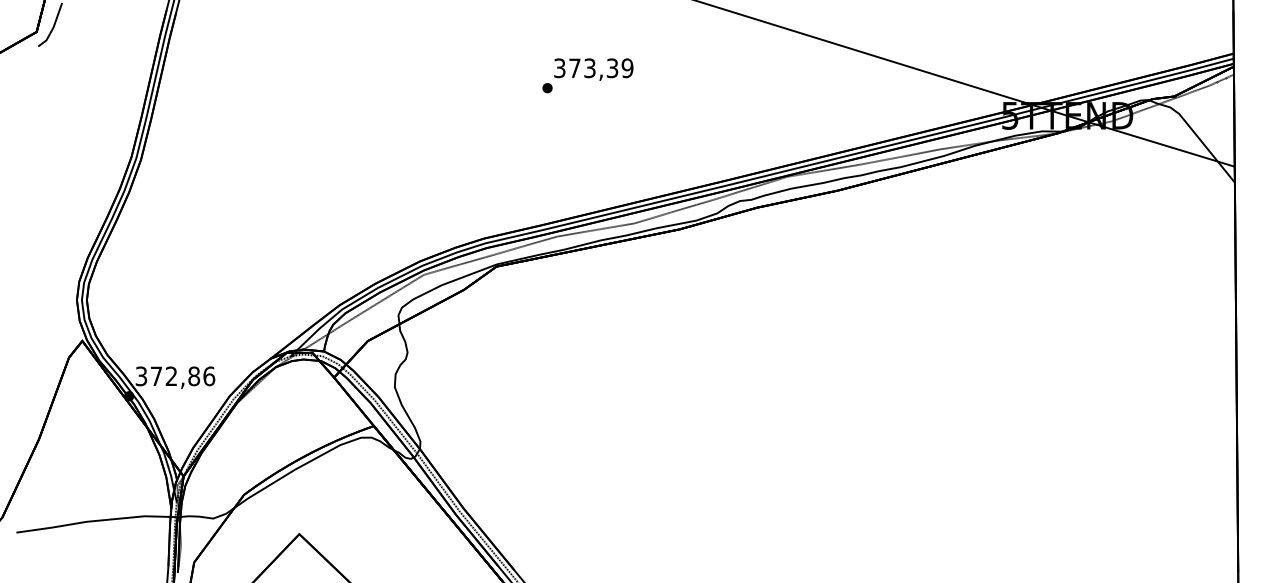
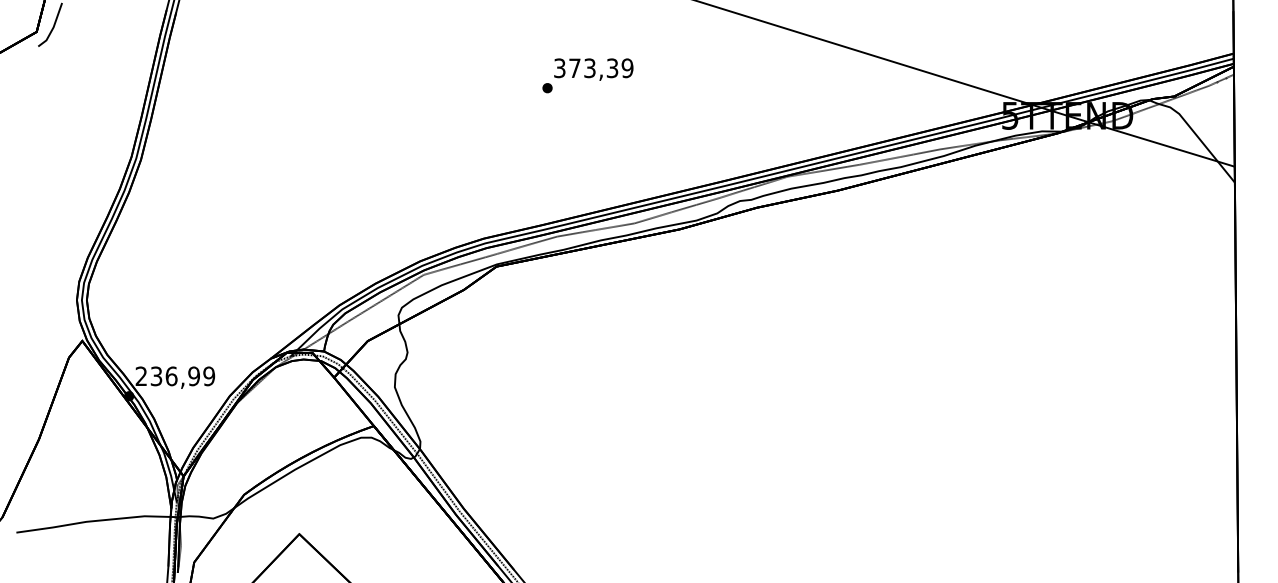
text at (175, 376): 372,86 -> 236,99
